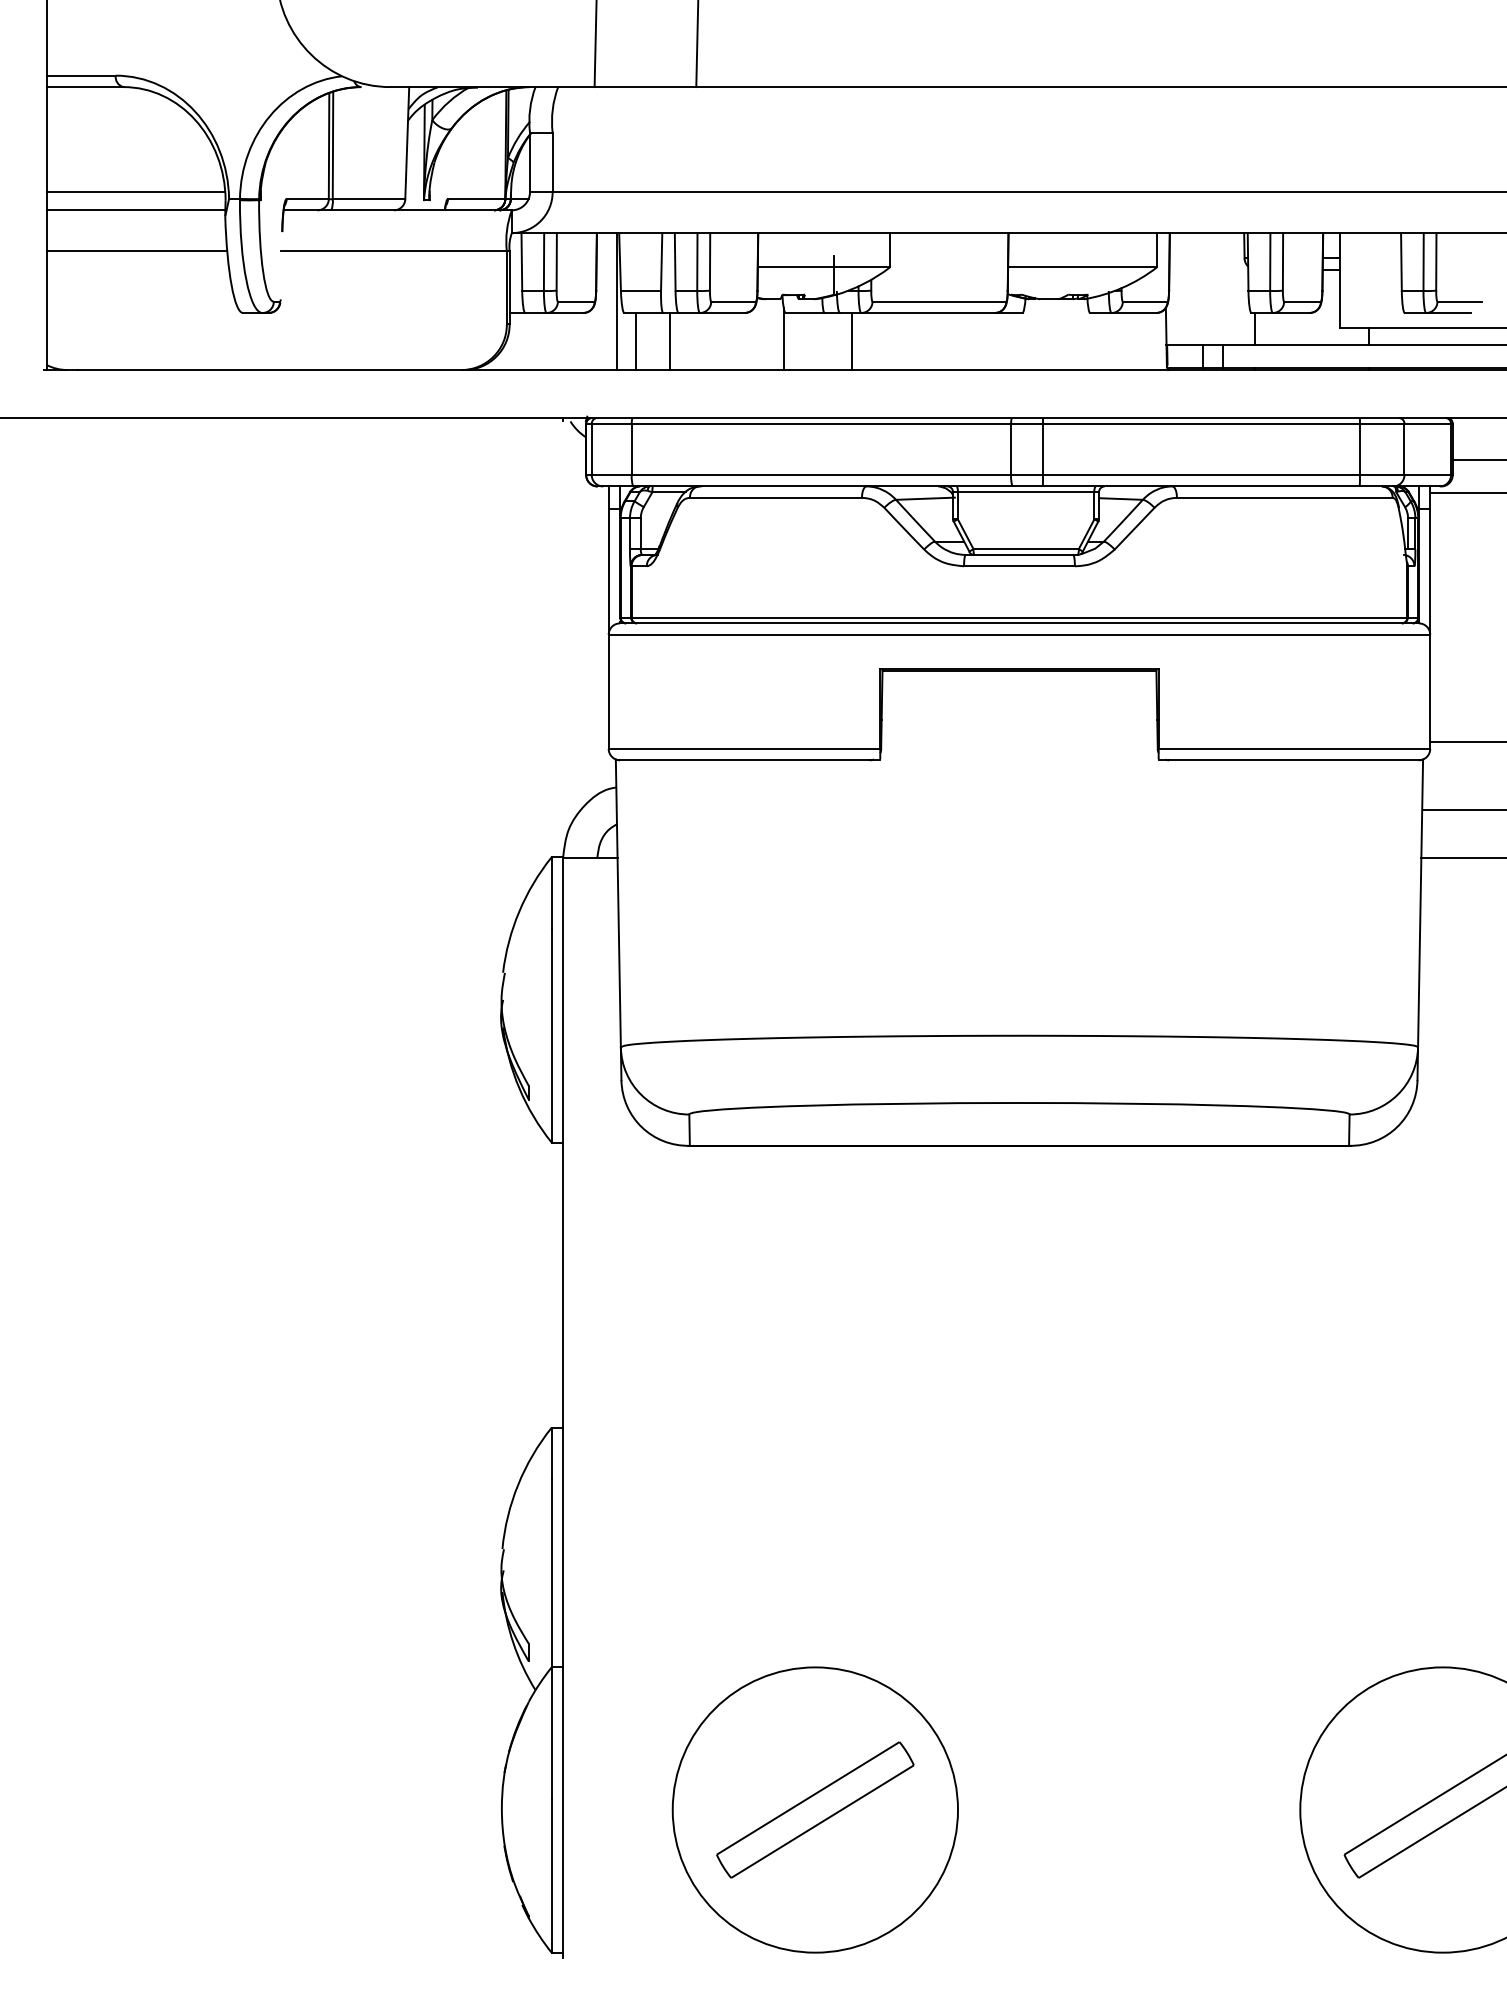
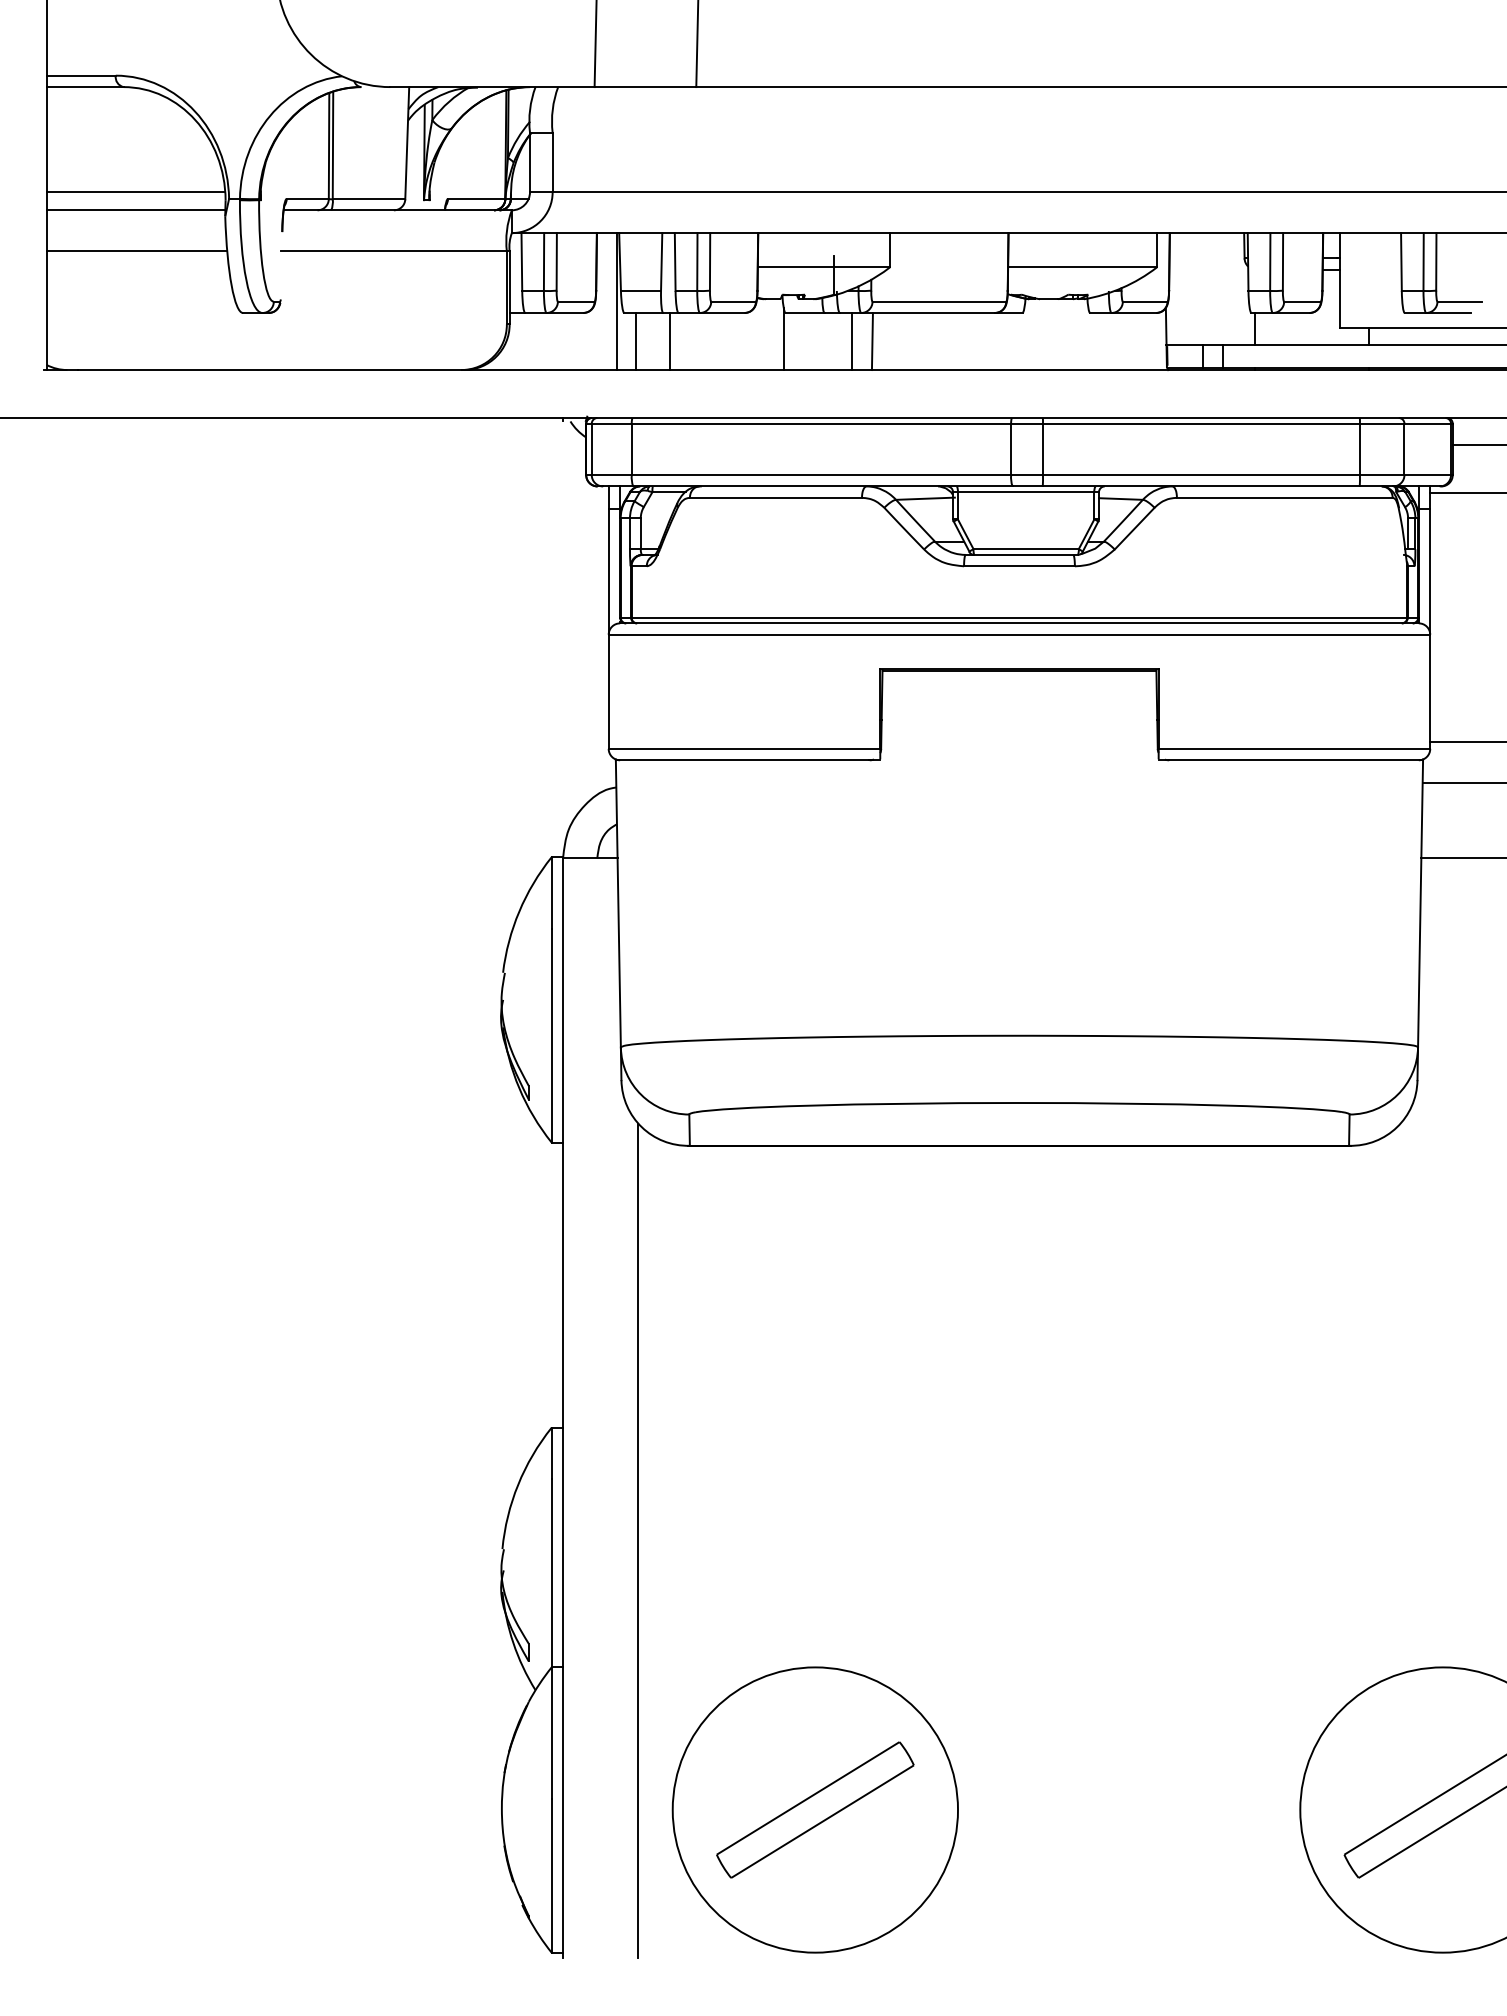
line at (871, 341): none -> present
line at (1477, 460) position: (1477, 460) -> (1477, 445)
line at (1462, 810) position: (1462, 810) -> (1462, 783)
line at (638, 1540): none -> present
